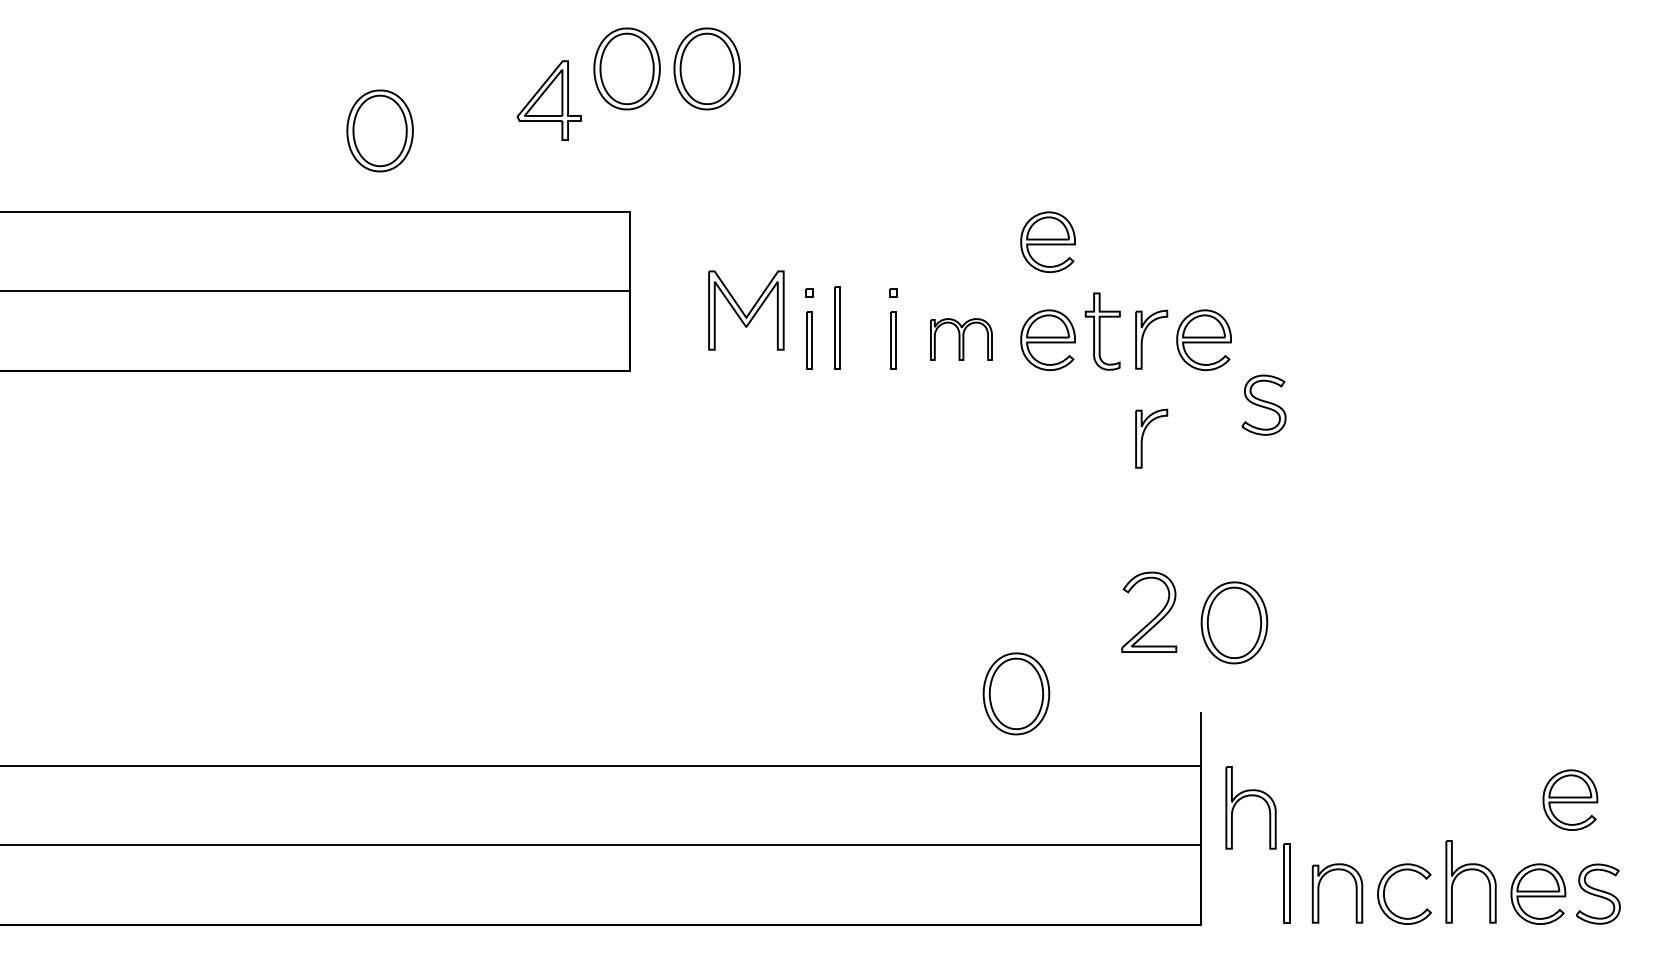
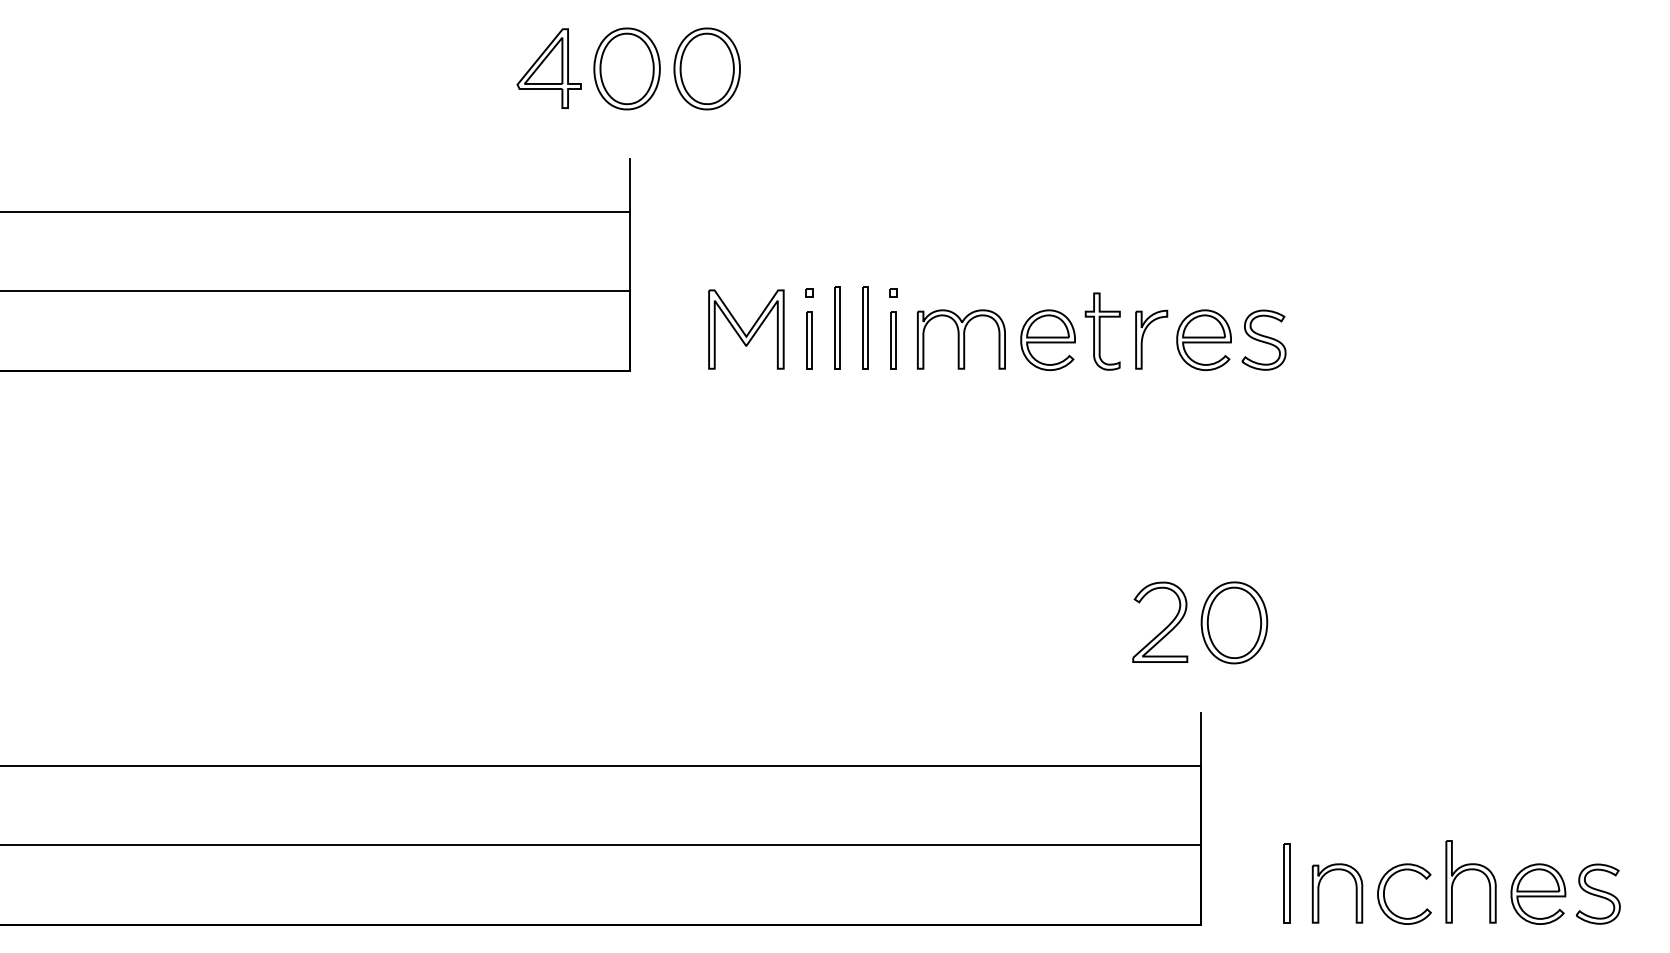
part at (548, 100) position: (548, 100) -> (548, 68)
part at (379, 130): present -> none
line at (629, 184): none -> present
part at (1047, 241): present -> none
part at (746, 310) position: (746, 310) -> (746, 329)
part at (865, 327): none -> present
part at (961, 339) size: 63x43 px -> 89x61 px
part at (1263, 404) position: (1263, 404) -> (1263, 339)
part at (1143, 437): present -> none
part at (1155, 616) position: (1155, 616) -> (1166, 626)
part at (1016, 693): present -> none
part at (1250, 796): present -> none
part at (1570, 799): present -> none
